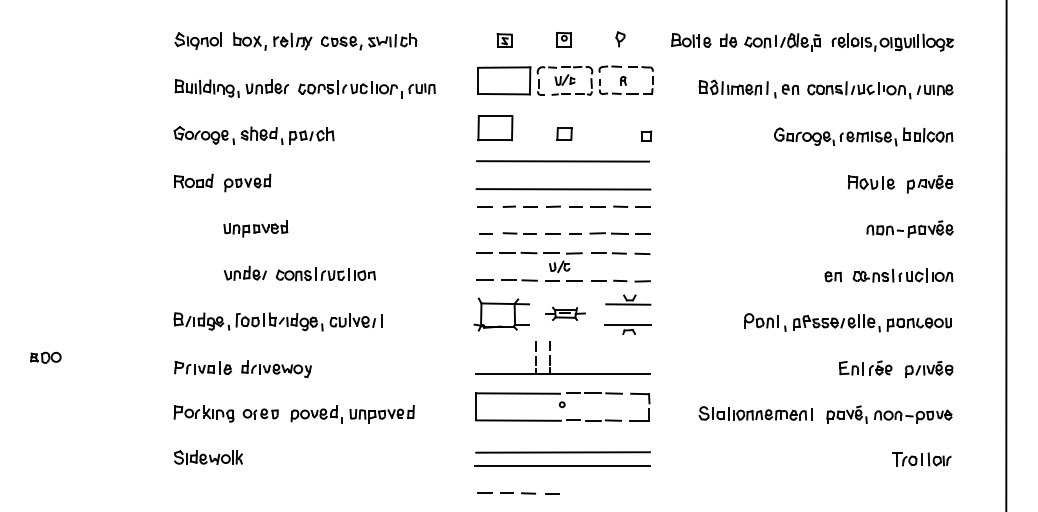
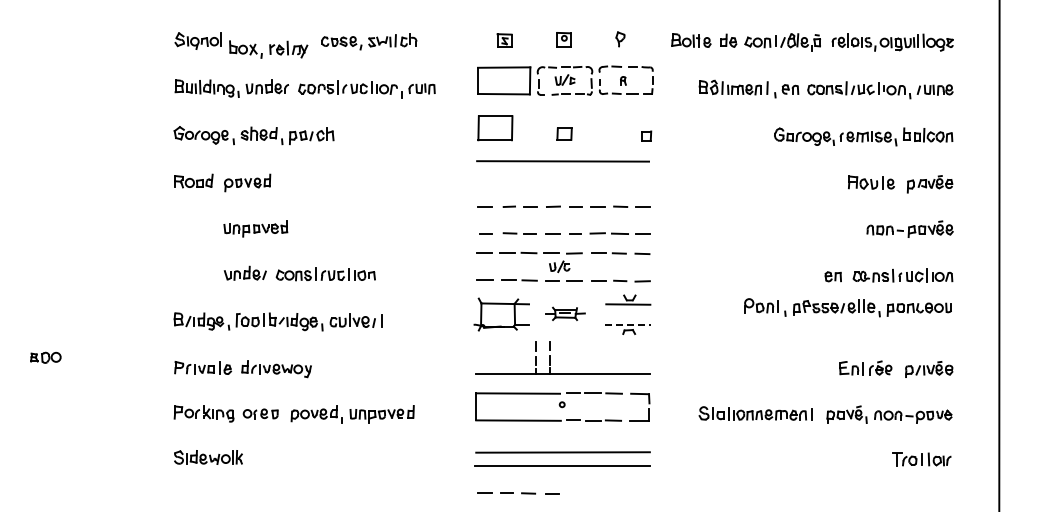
part at (272, 41) position: (272, 41) -> (268, 49)
line at (563, 189): present -> none
line at (1006, 255) position: (1006, 255) -> (999, 255)
part at (847, 322) position: (847, 322) -> (847, 307)
line at (628, 325): solid -> dashed
